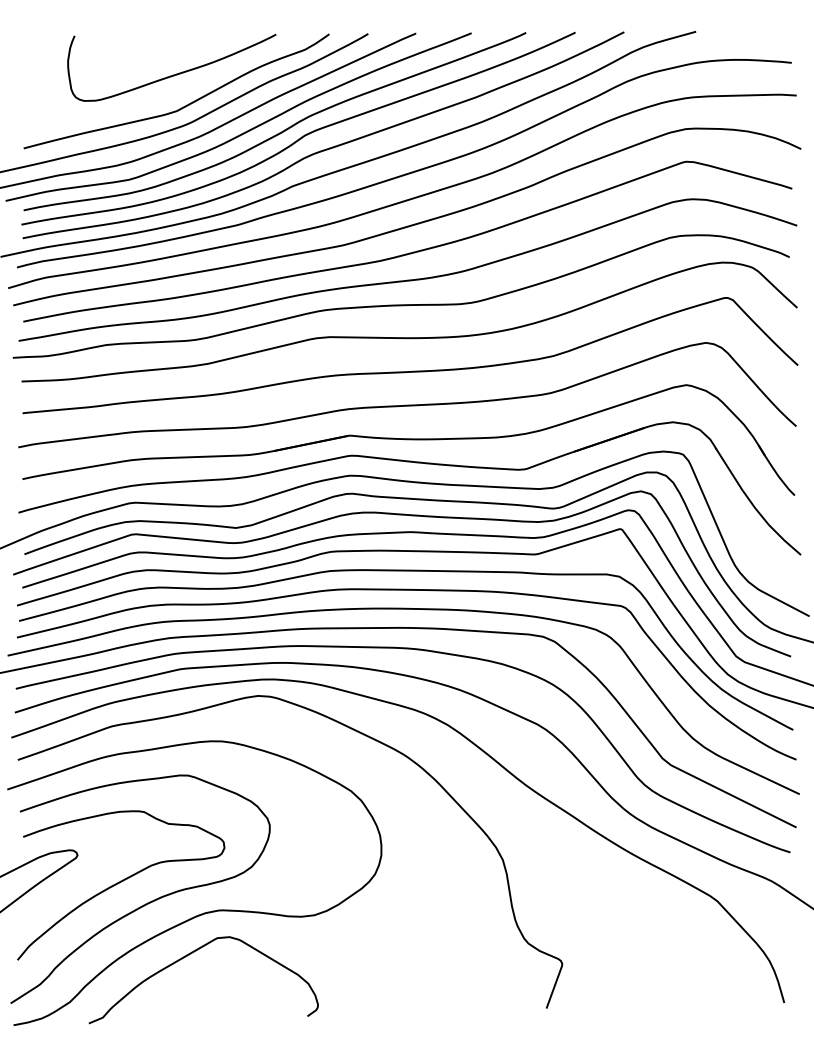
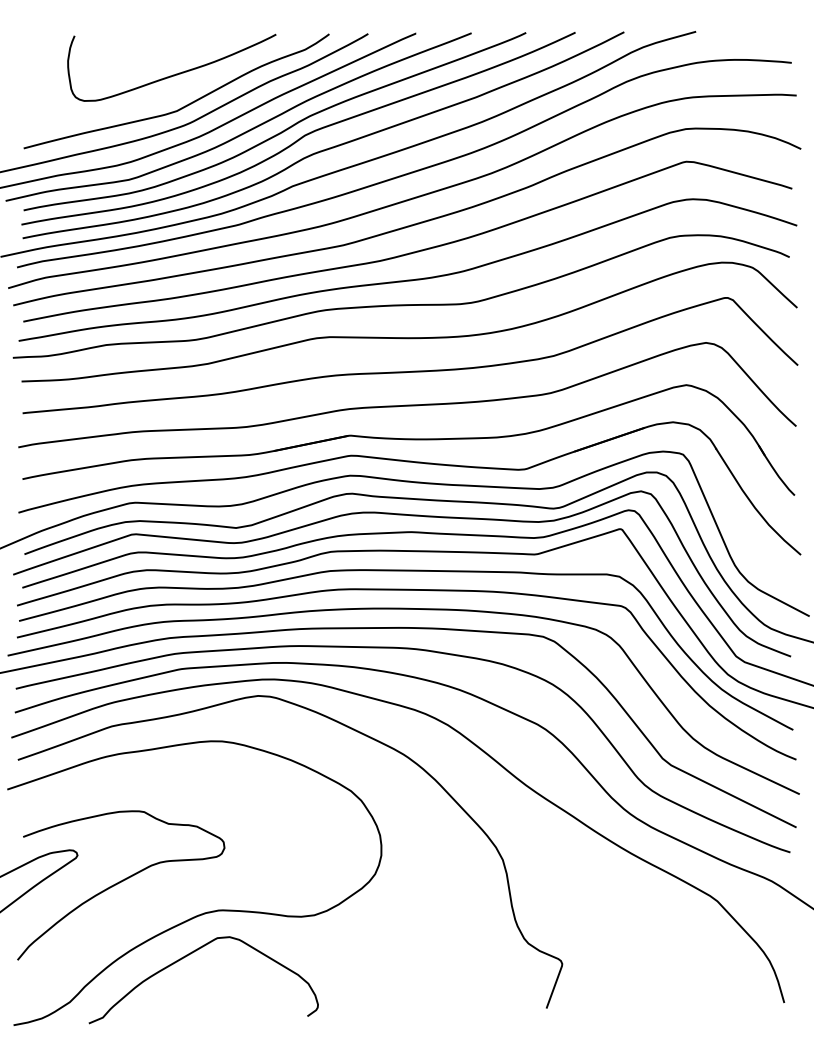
curve at (147, 902): present -> none
